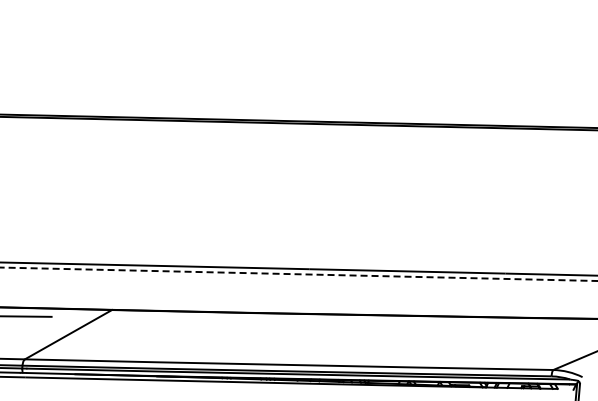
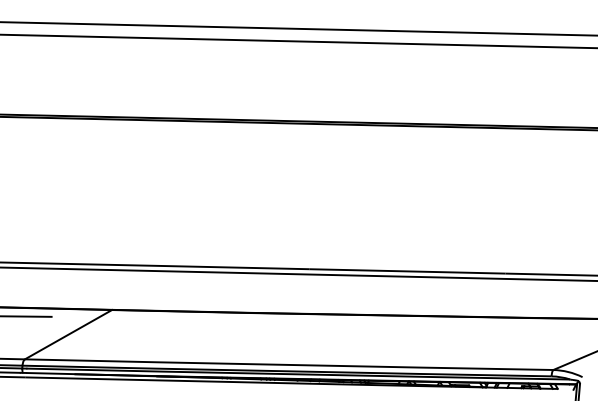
line at (298, 28): none -> present
line at (298, 41): none -> present
line at (299, 274): dashed -> solid
